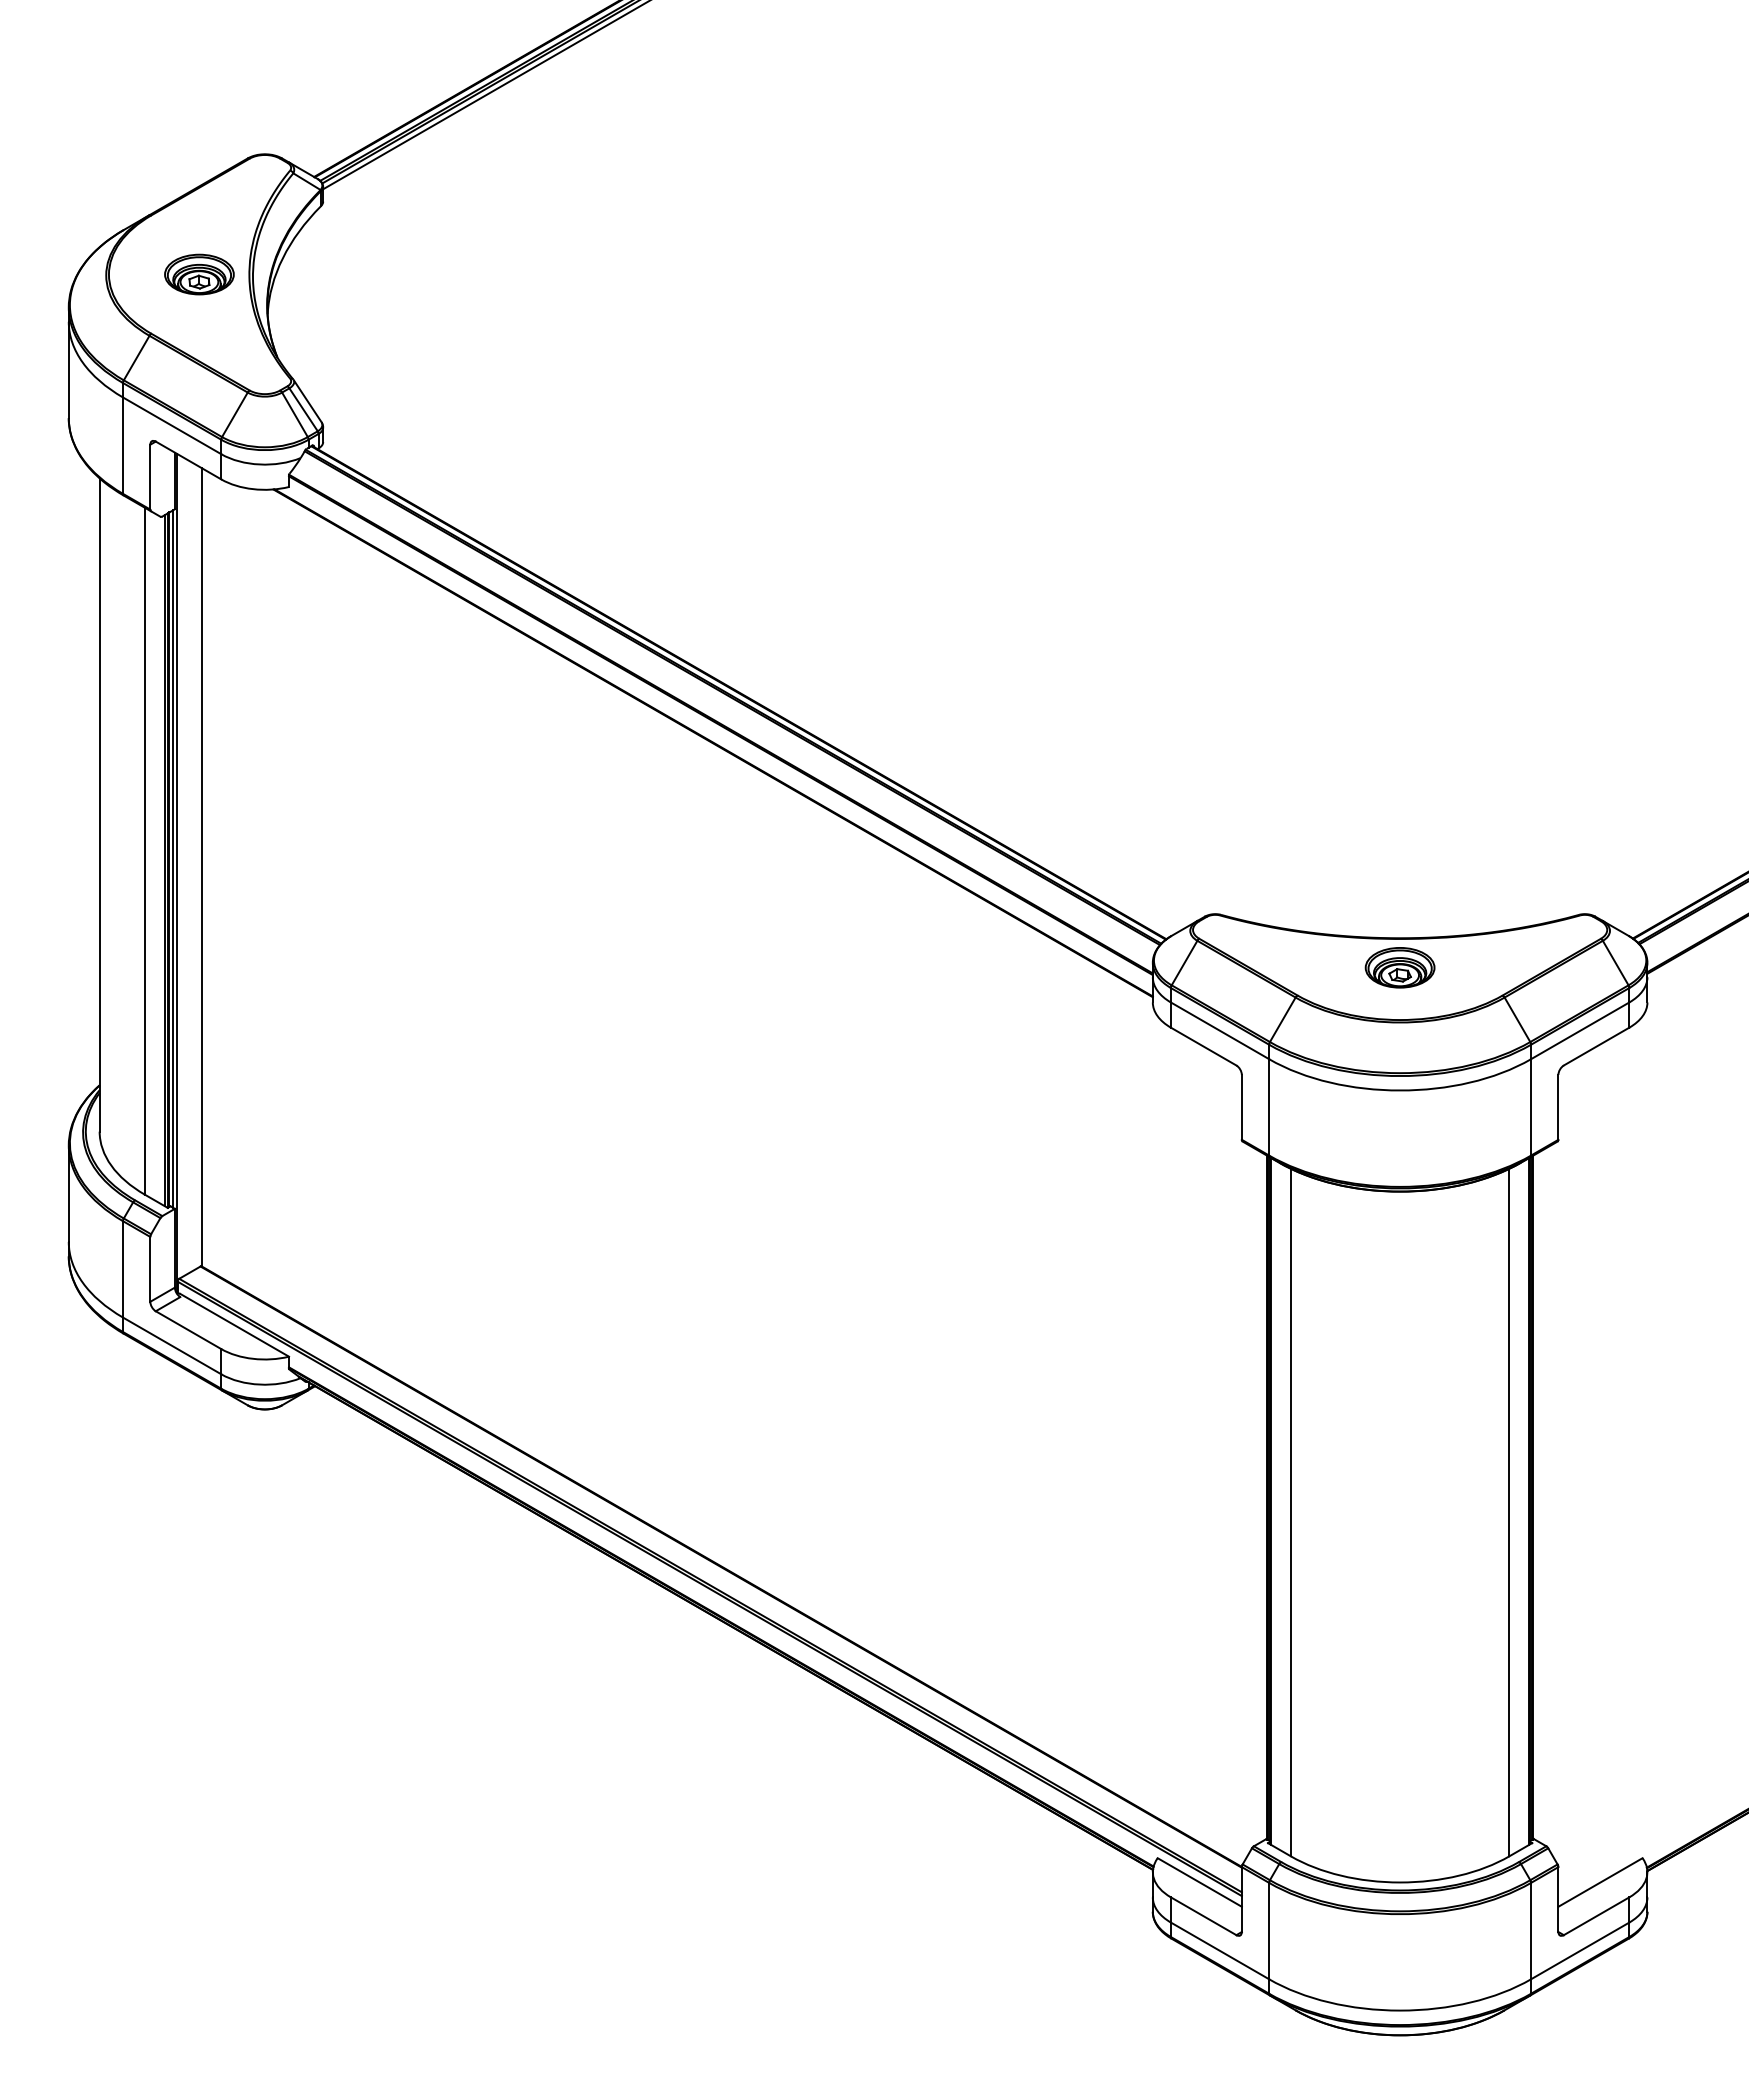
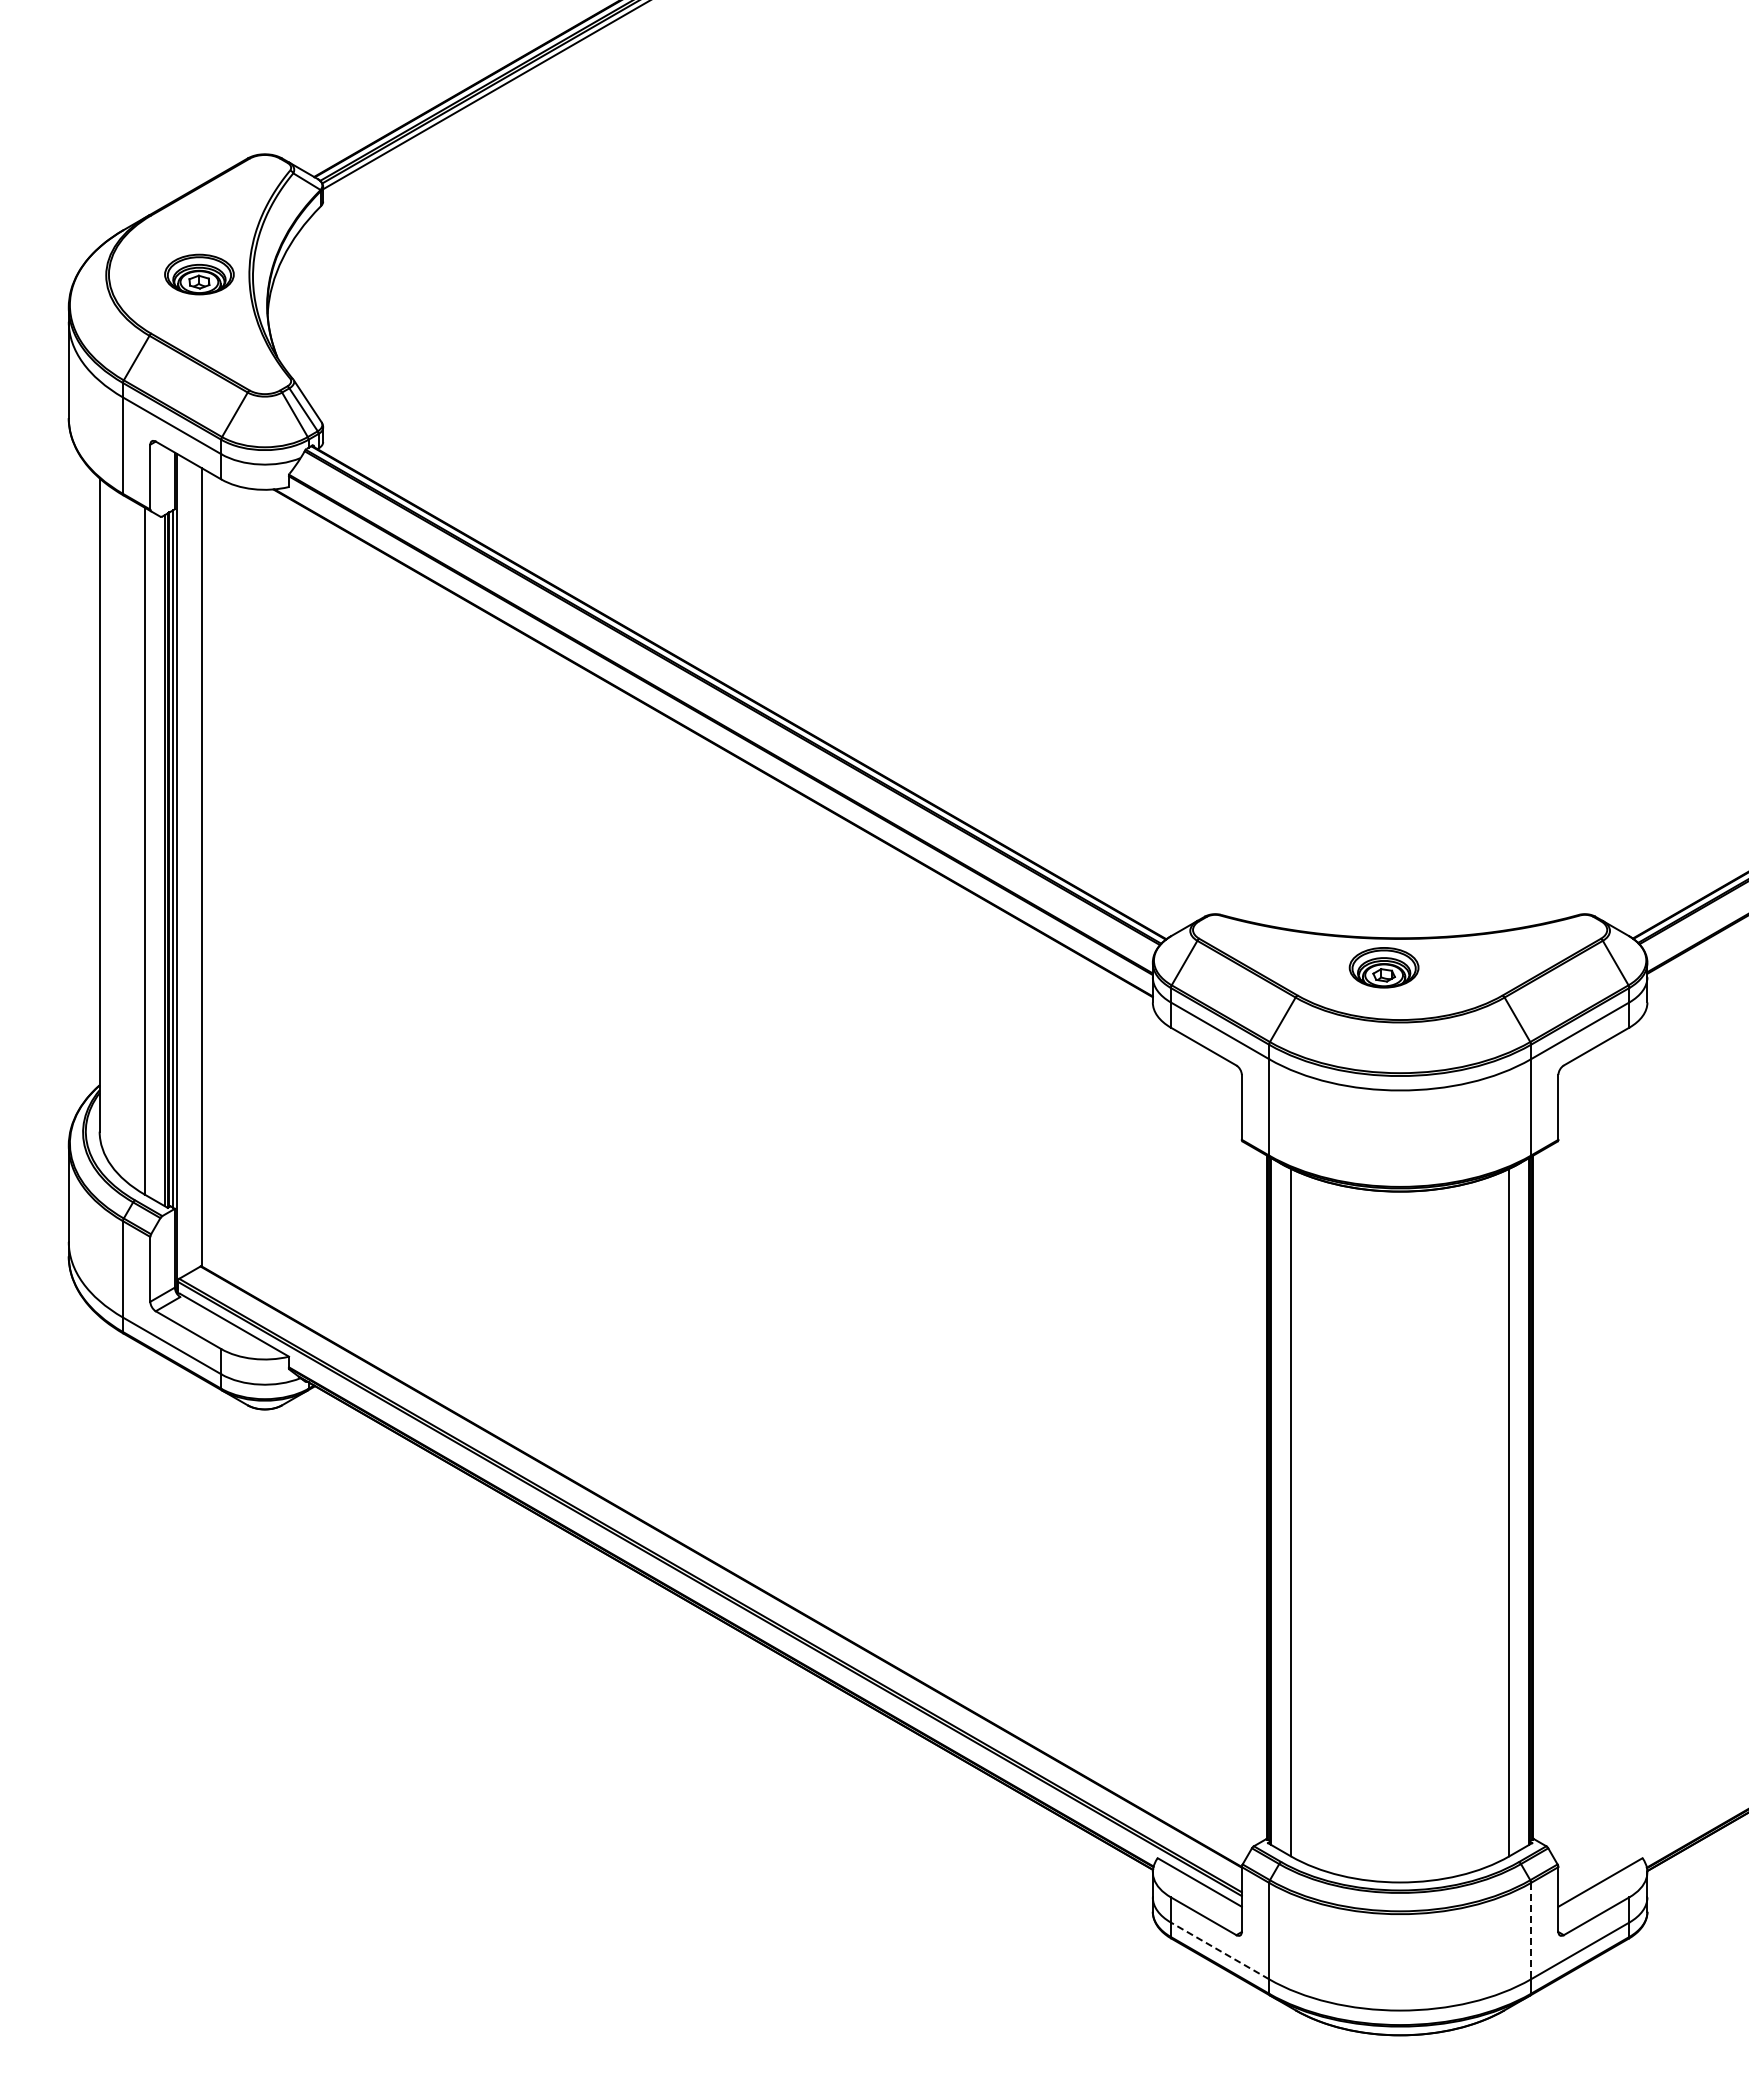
part at (1399, 967) position: (1399, 967) -> (1383, 967)
line at (1531, 1931): solid -> dashed
line at (1220, 1950): solid -> dashed
